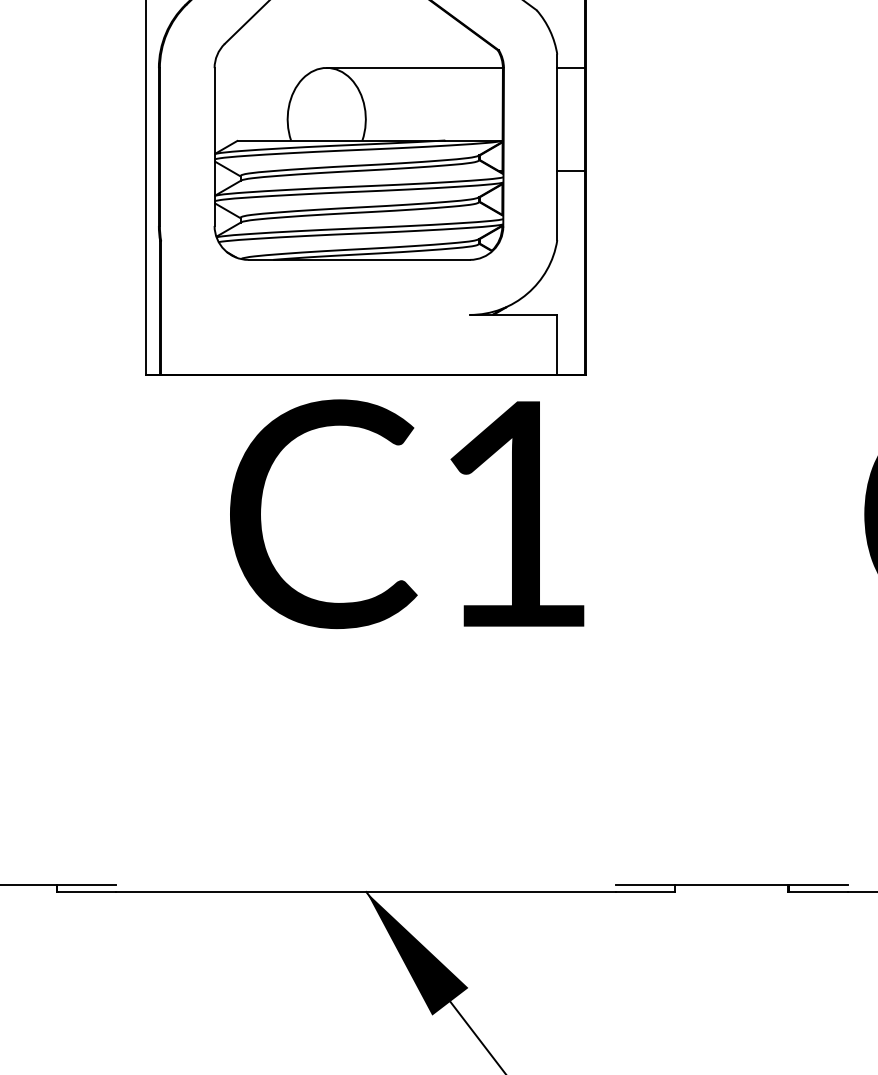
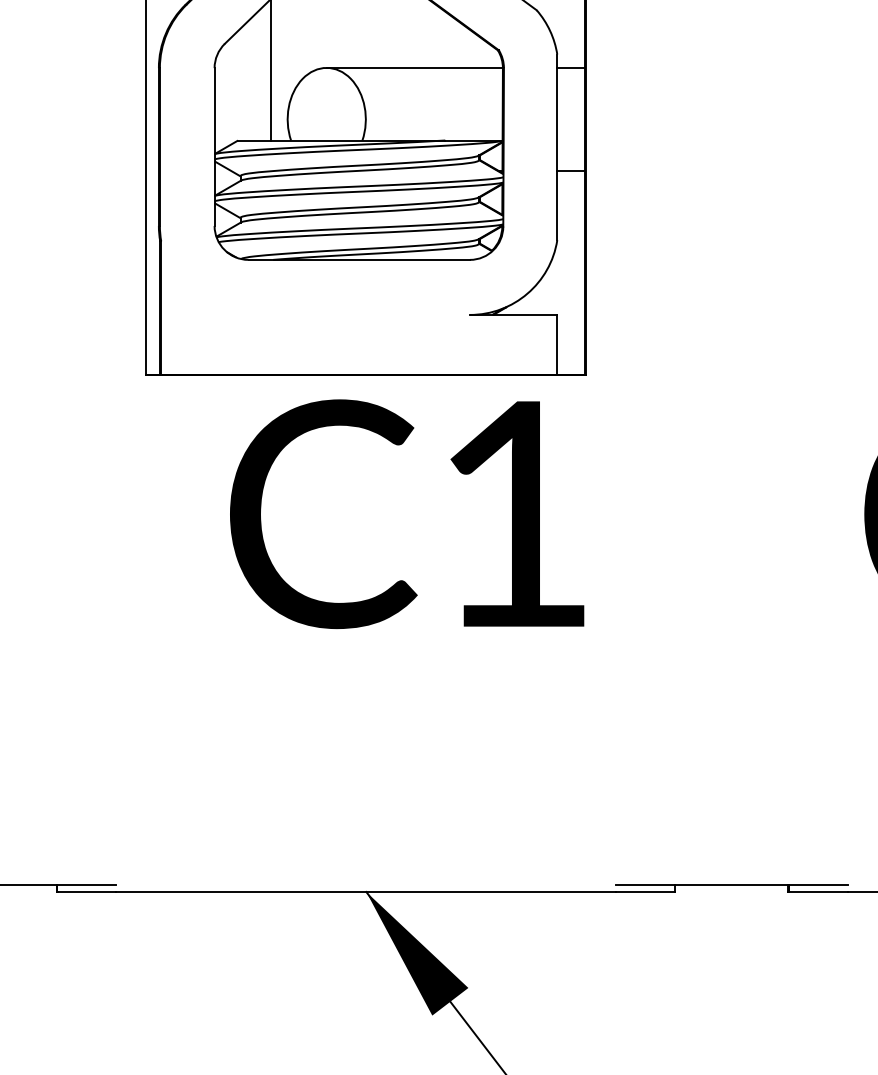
line at (271, 71): none -> present
